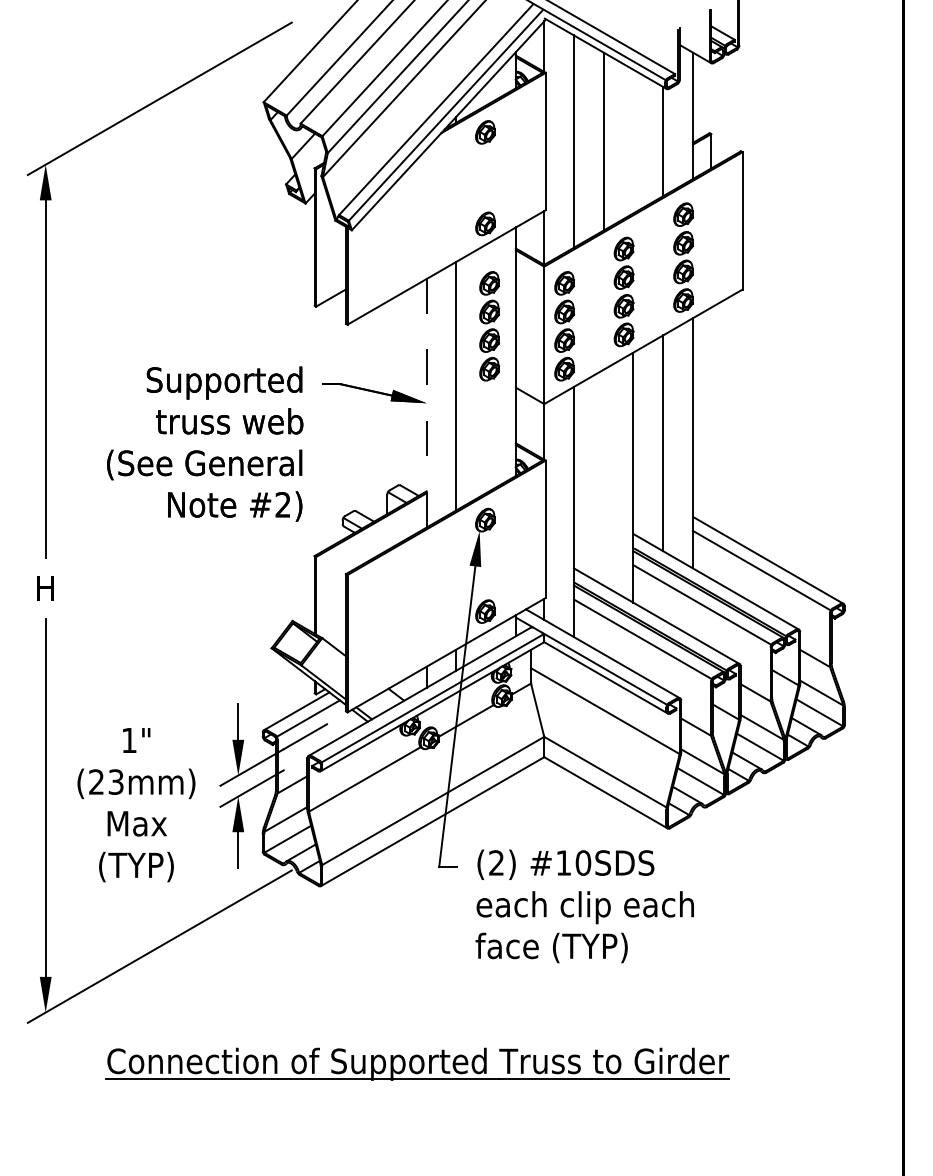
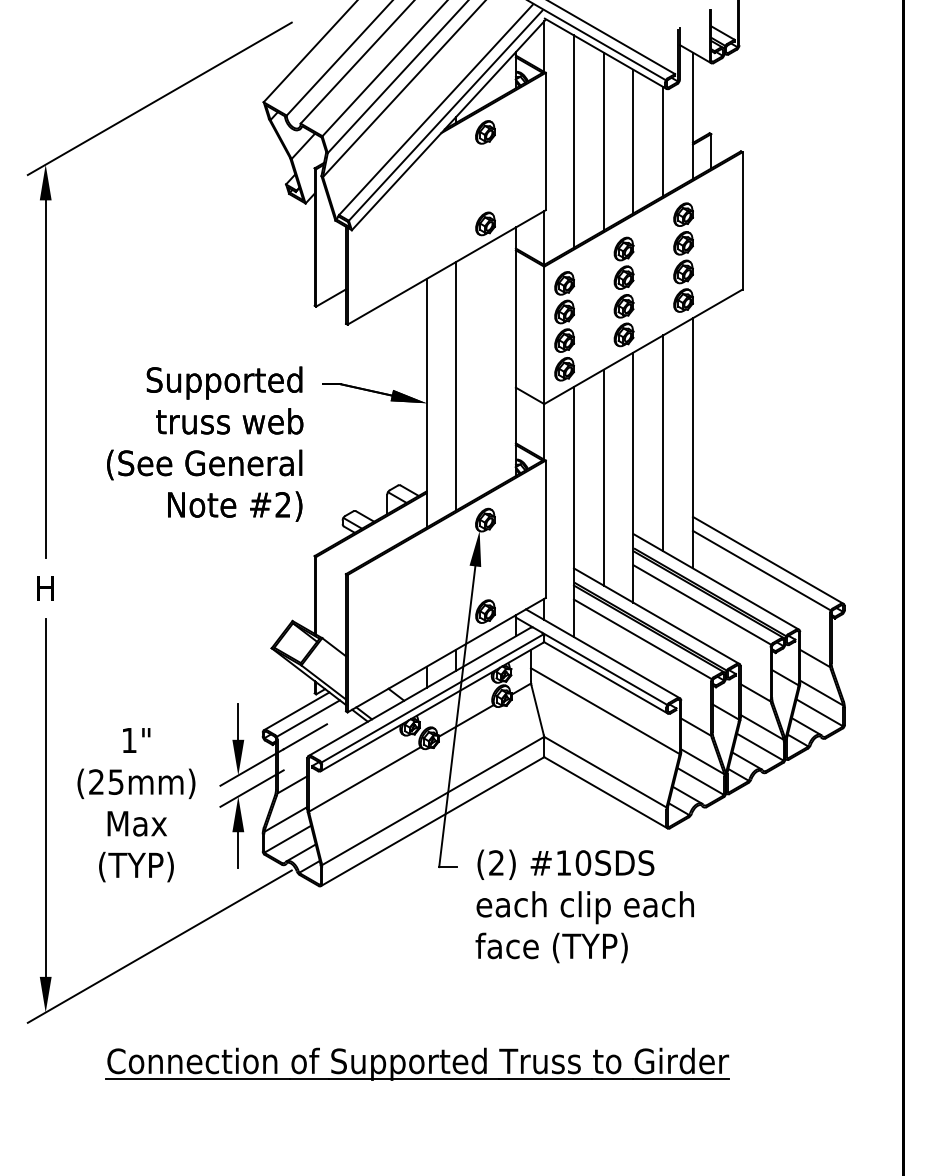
line at (633, 141): none -> present
part at (489, 326): present -> none
line at (426, 402): dashed -> solid
line at (603, 477): none -> present
text at (116, 781): (23mm) -> (25mm)
